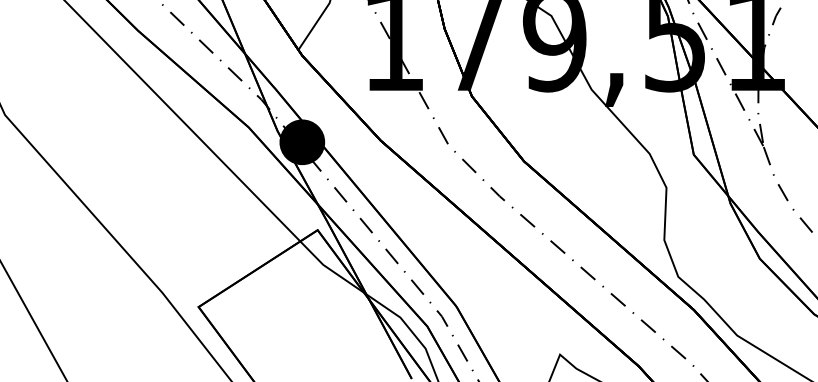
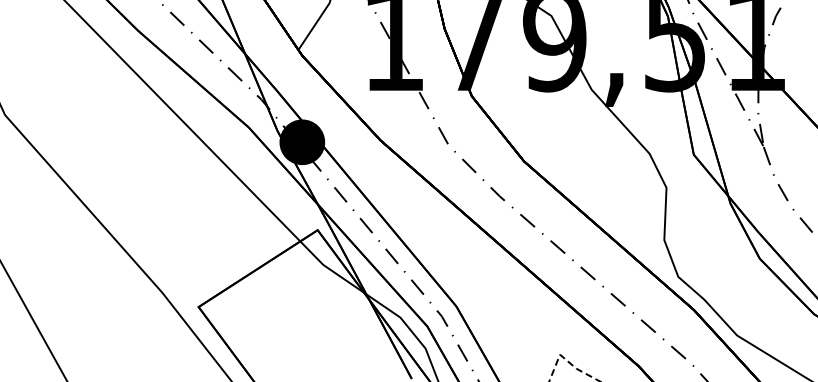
line at (567, 361): solid -> dashed
